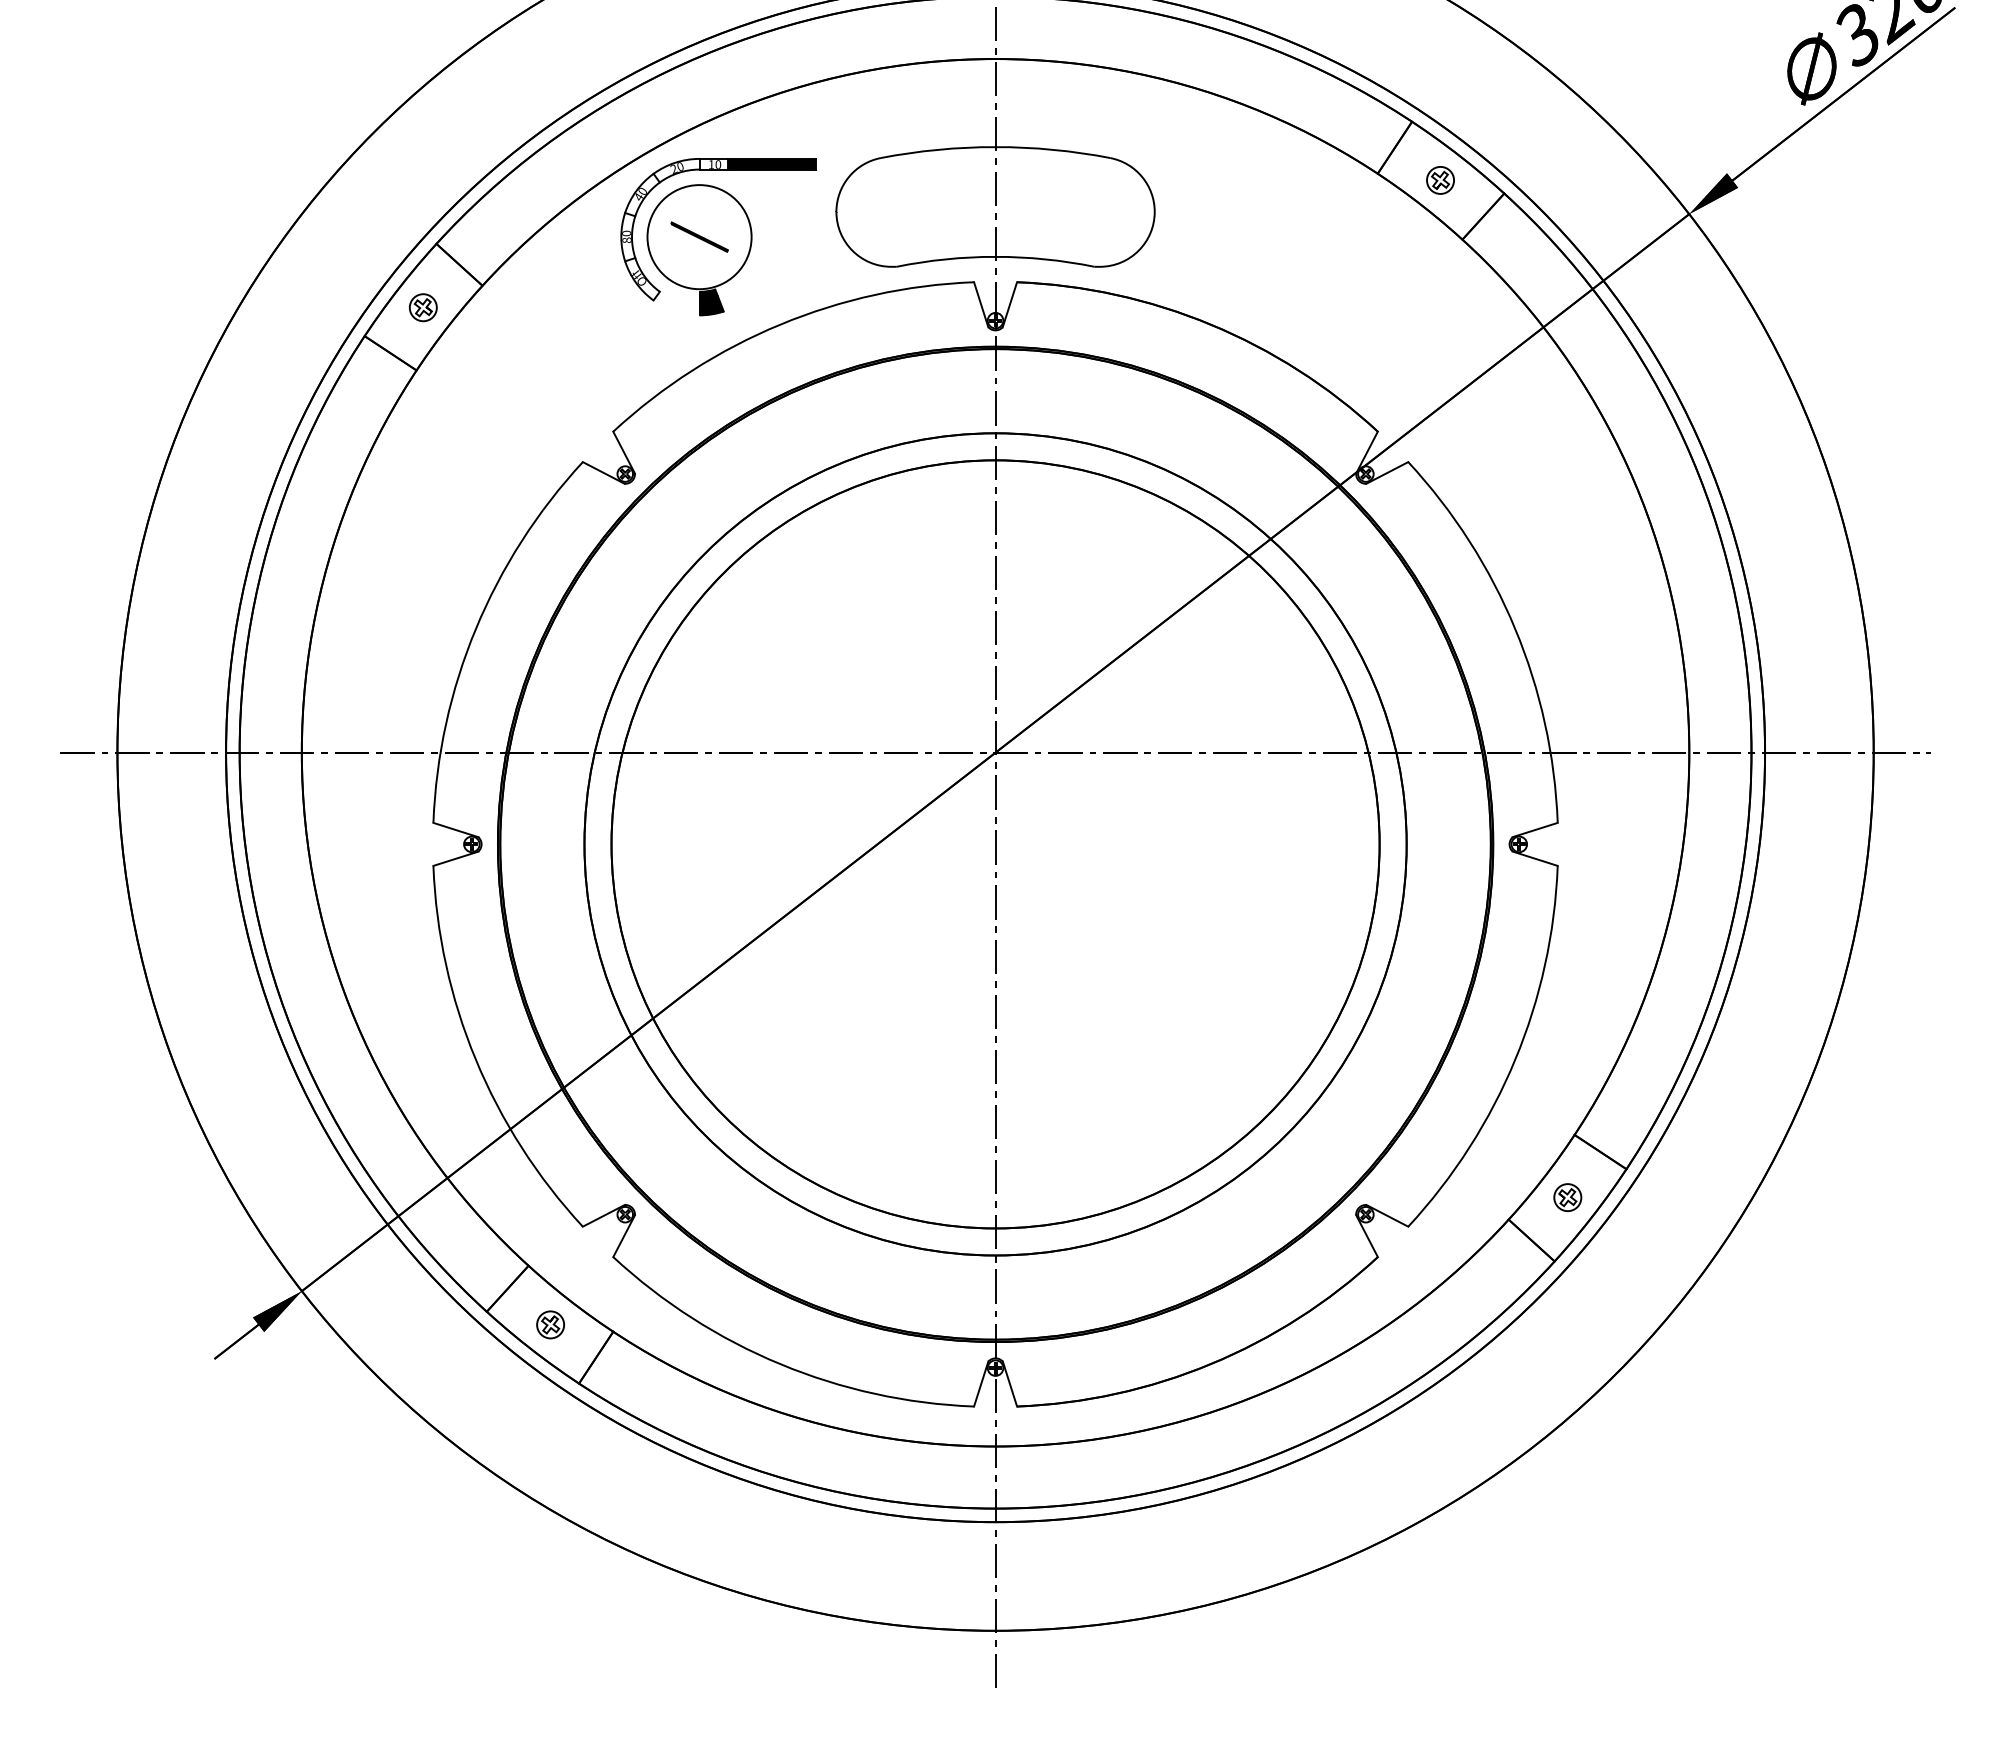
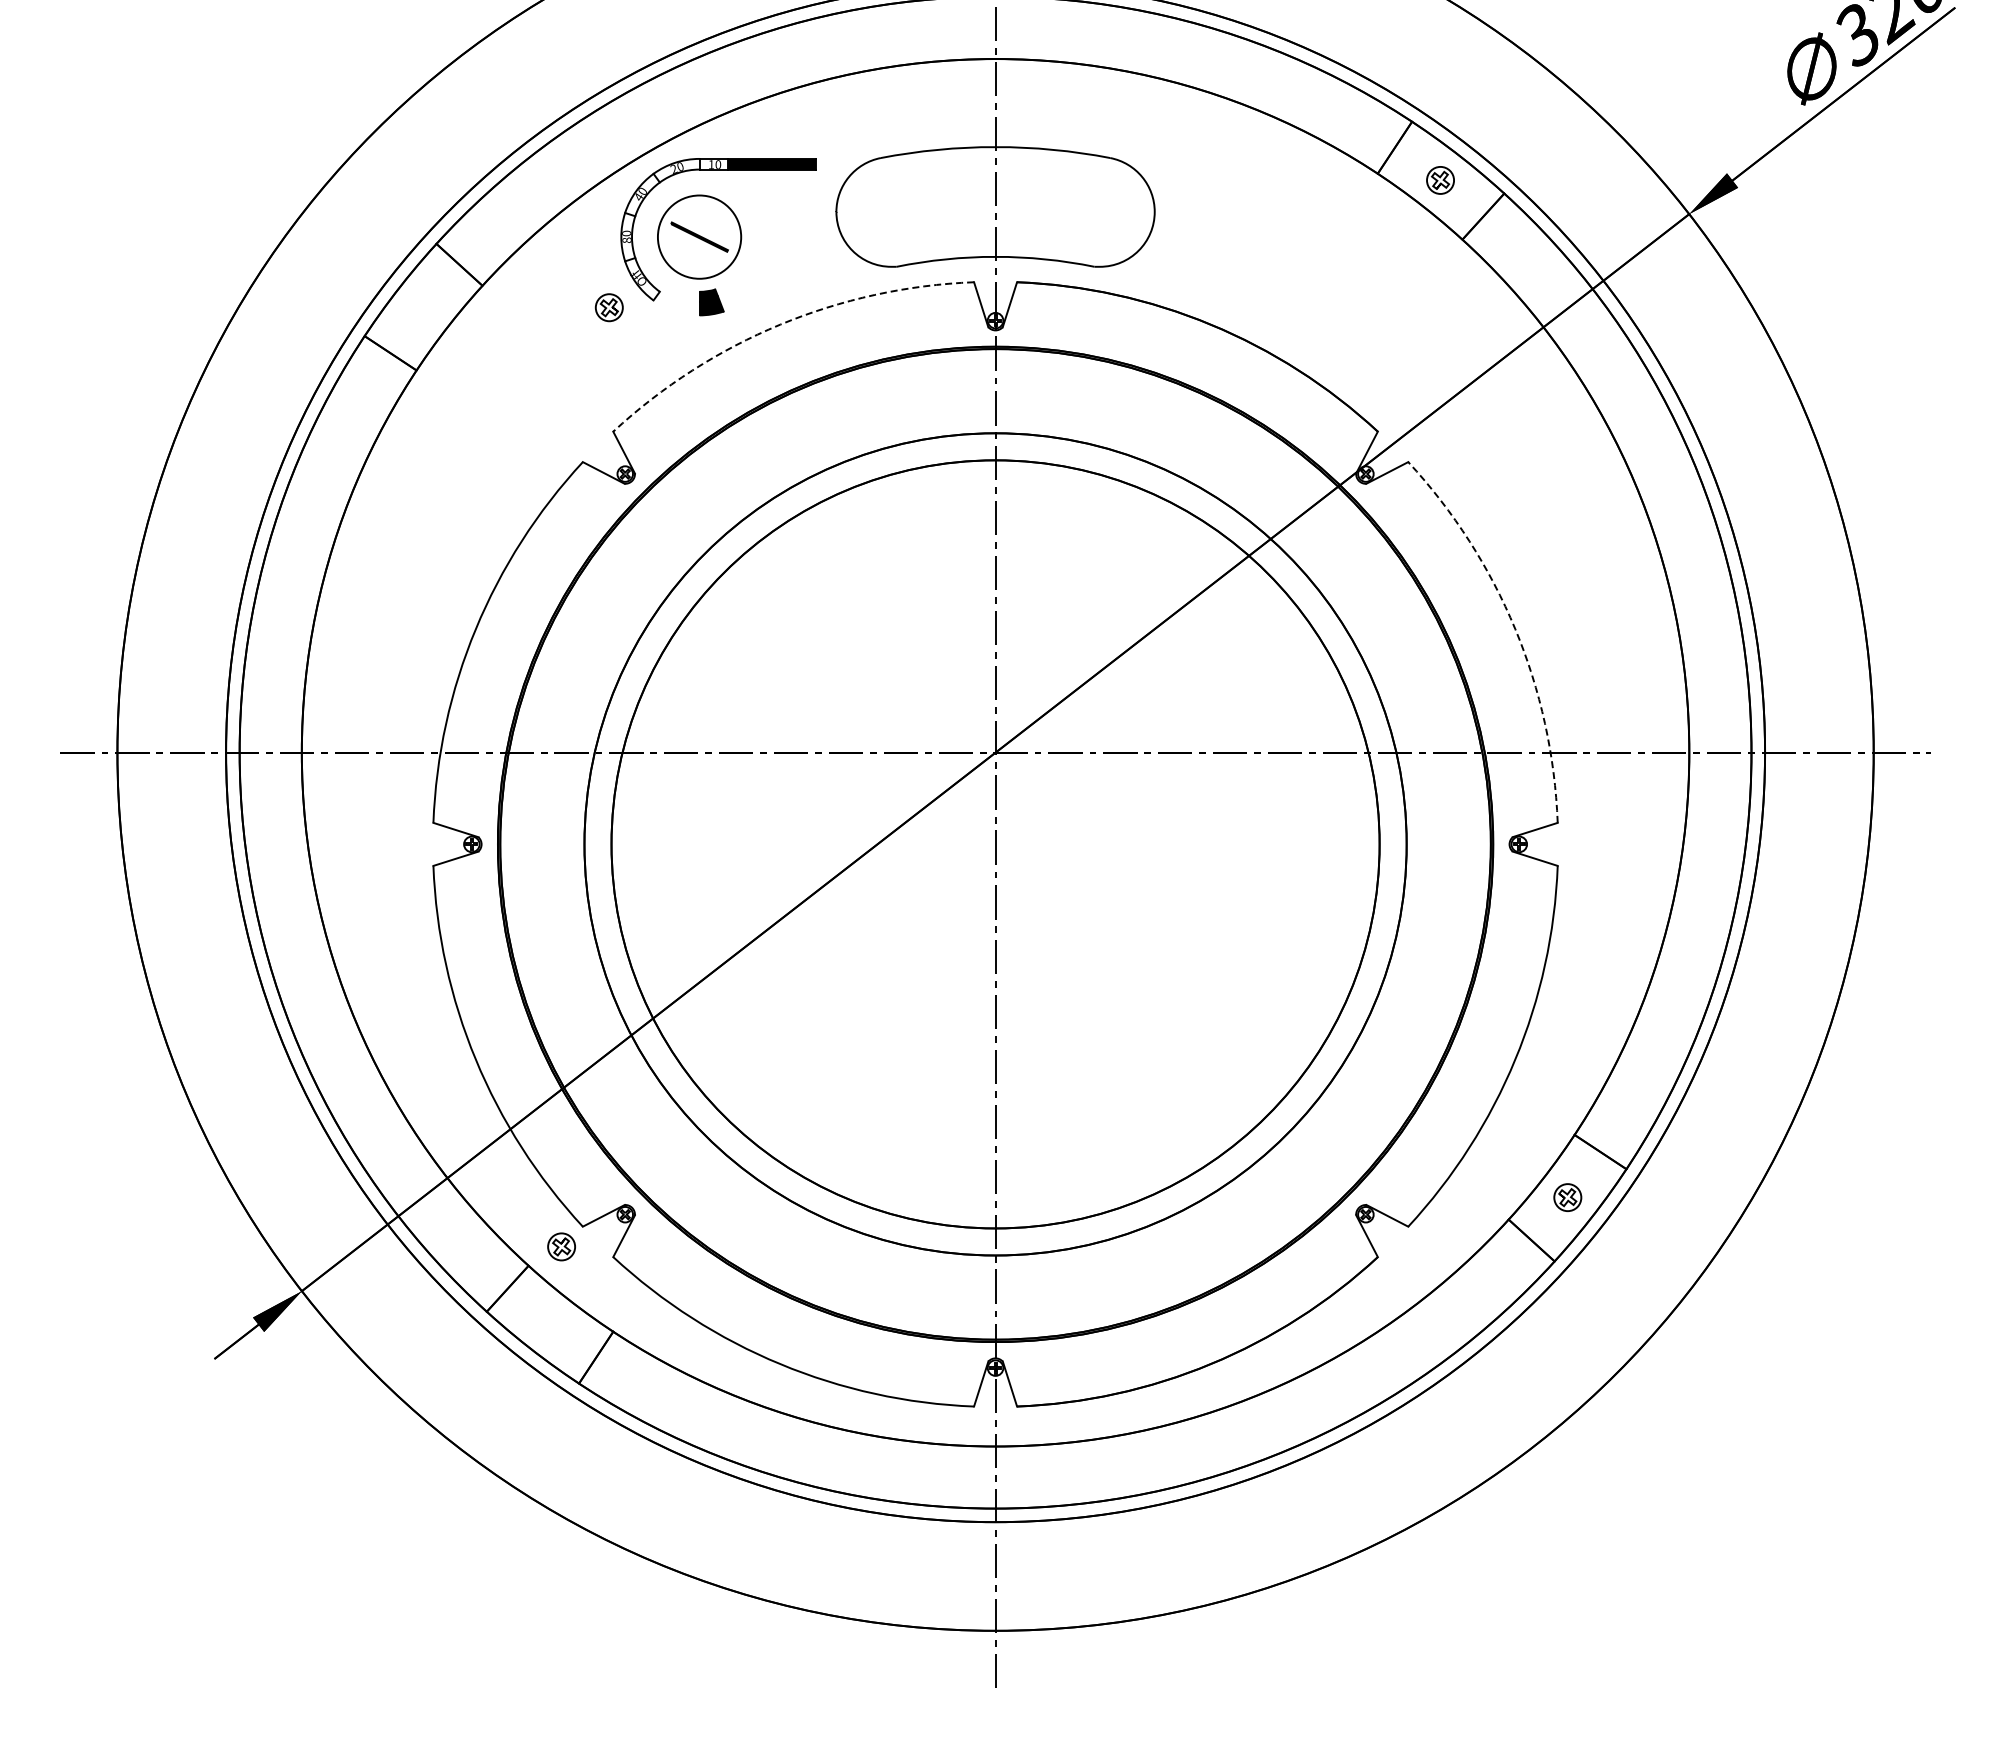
circle at (699, 237) diameter: 104 px -> 83 px
part at (422, 307) position: (422, 307) -> (608, 307)
arc at (780, 324): solid -> dashed
arc at (1515, 629): solid -> dashed
part at (550, 1324) position: (550, 1324) -> (561, 1246)
